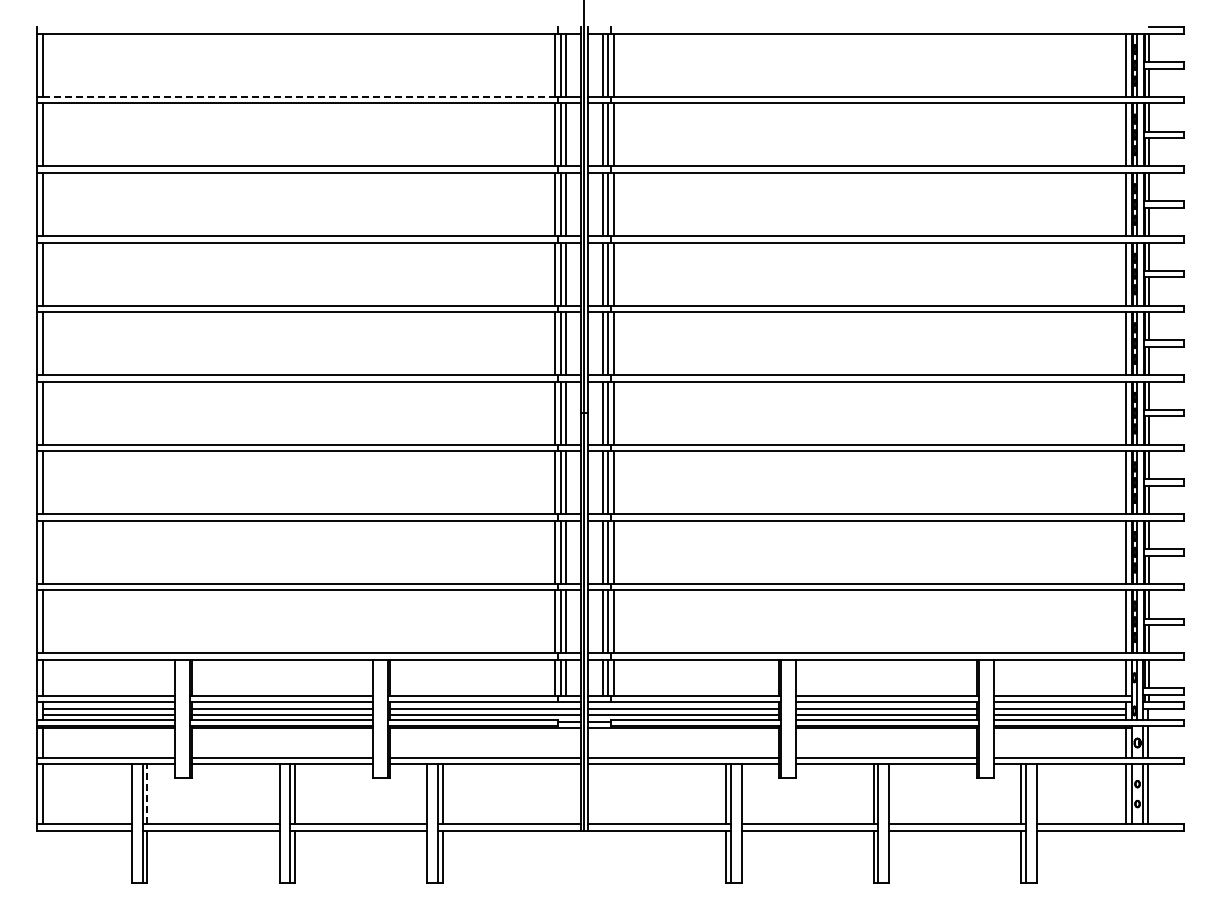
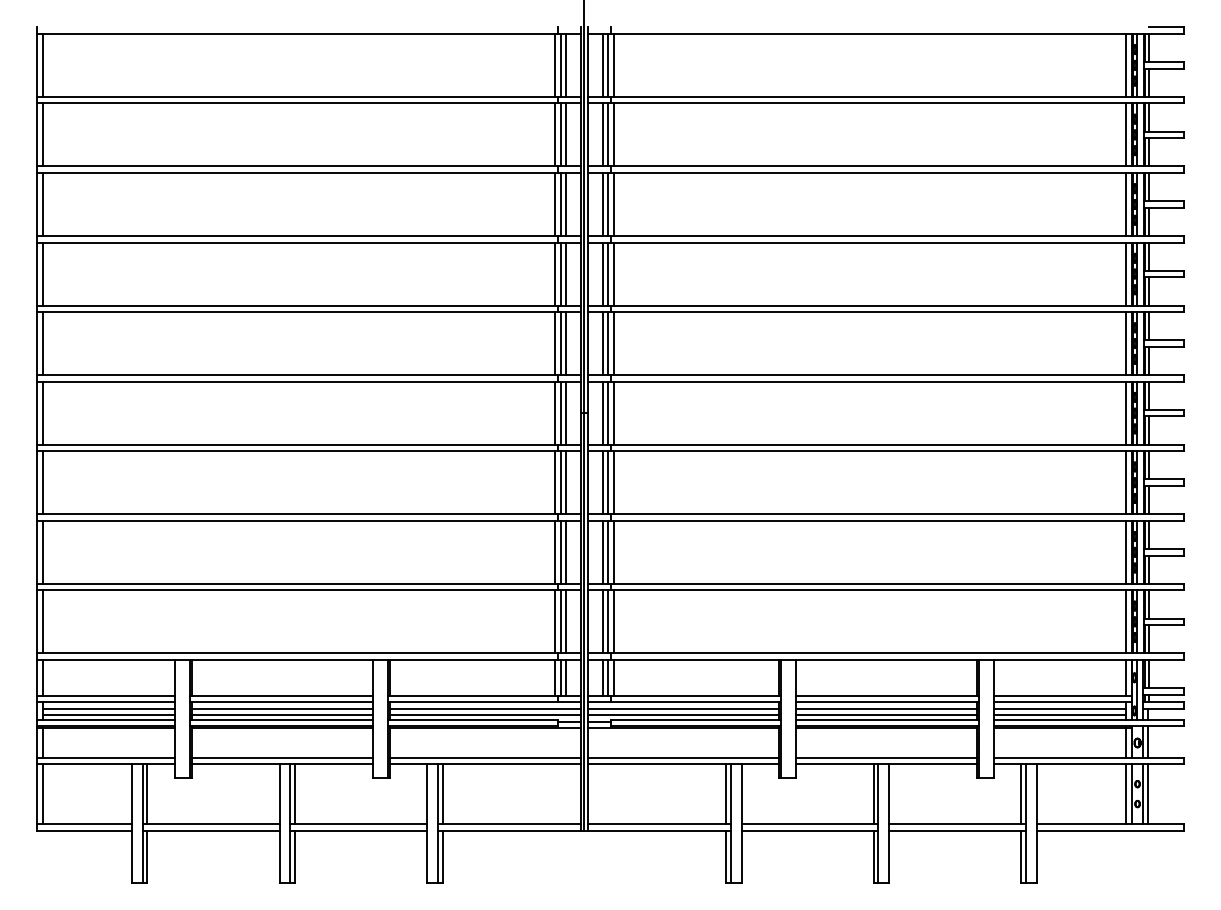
line at (298, 96): dashed -> solid
line at (147, 794): dashed -> solid
